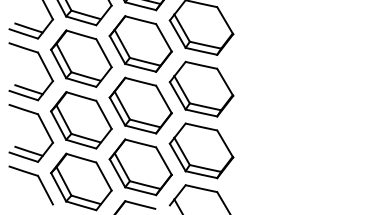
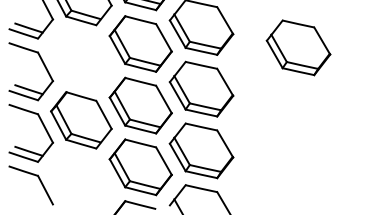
part at (298, 47): none -> present
part at (81, 58): present -> none
part at (81, 181): present -> none
